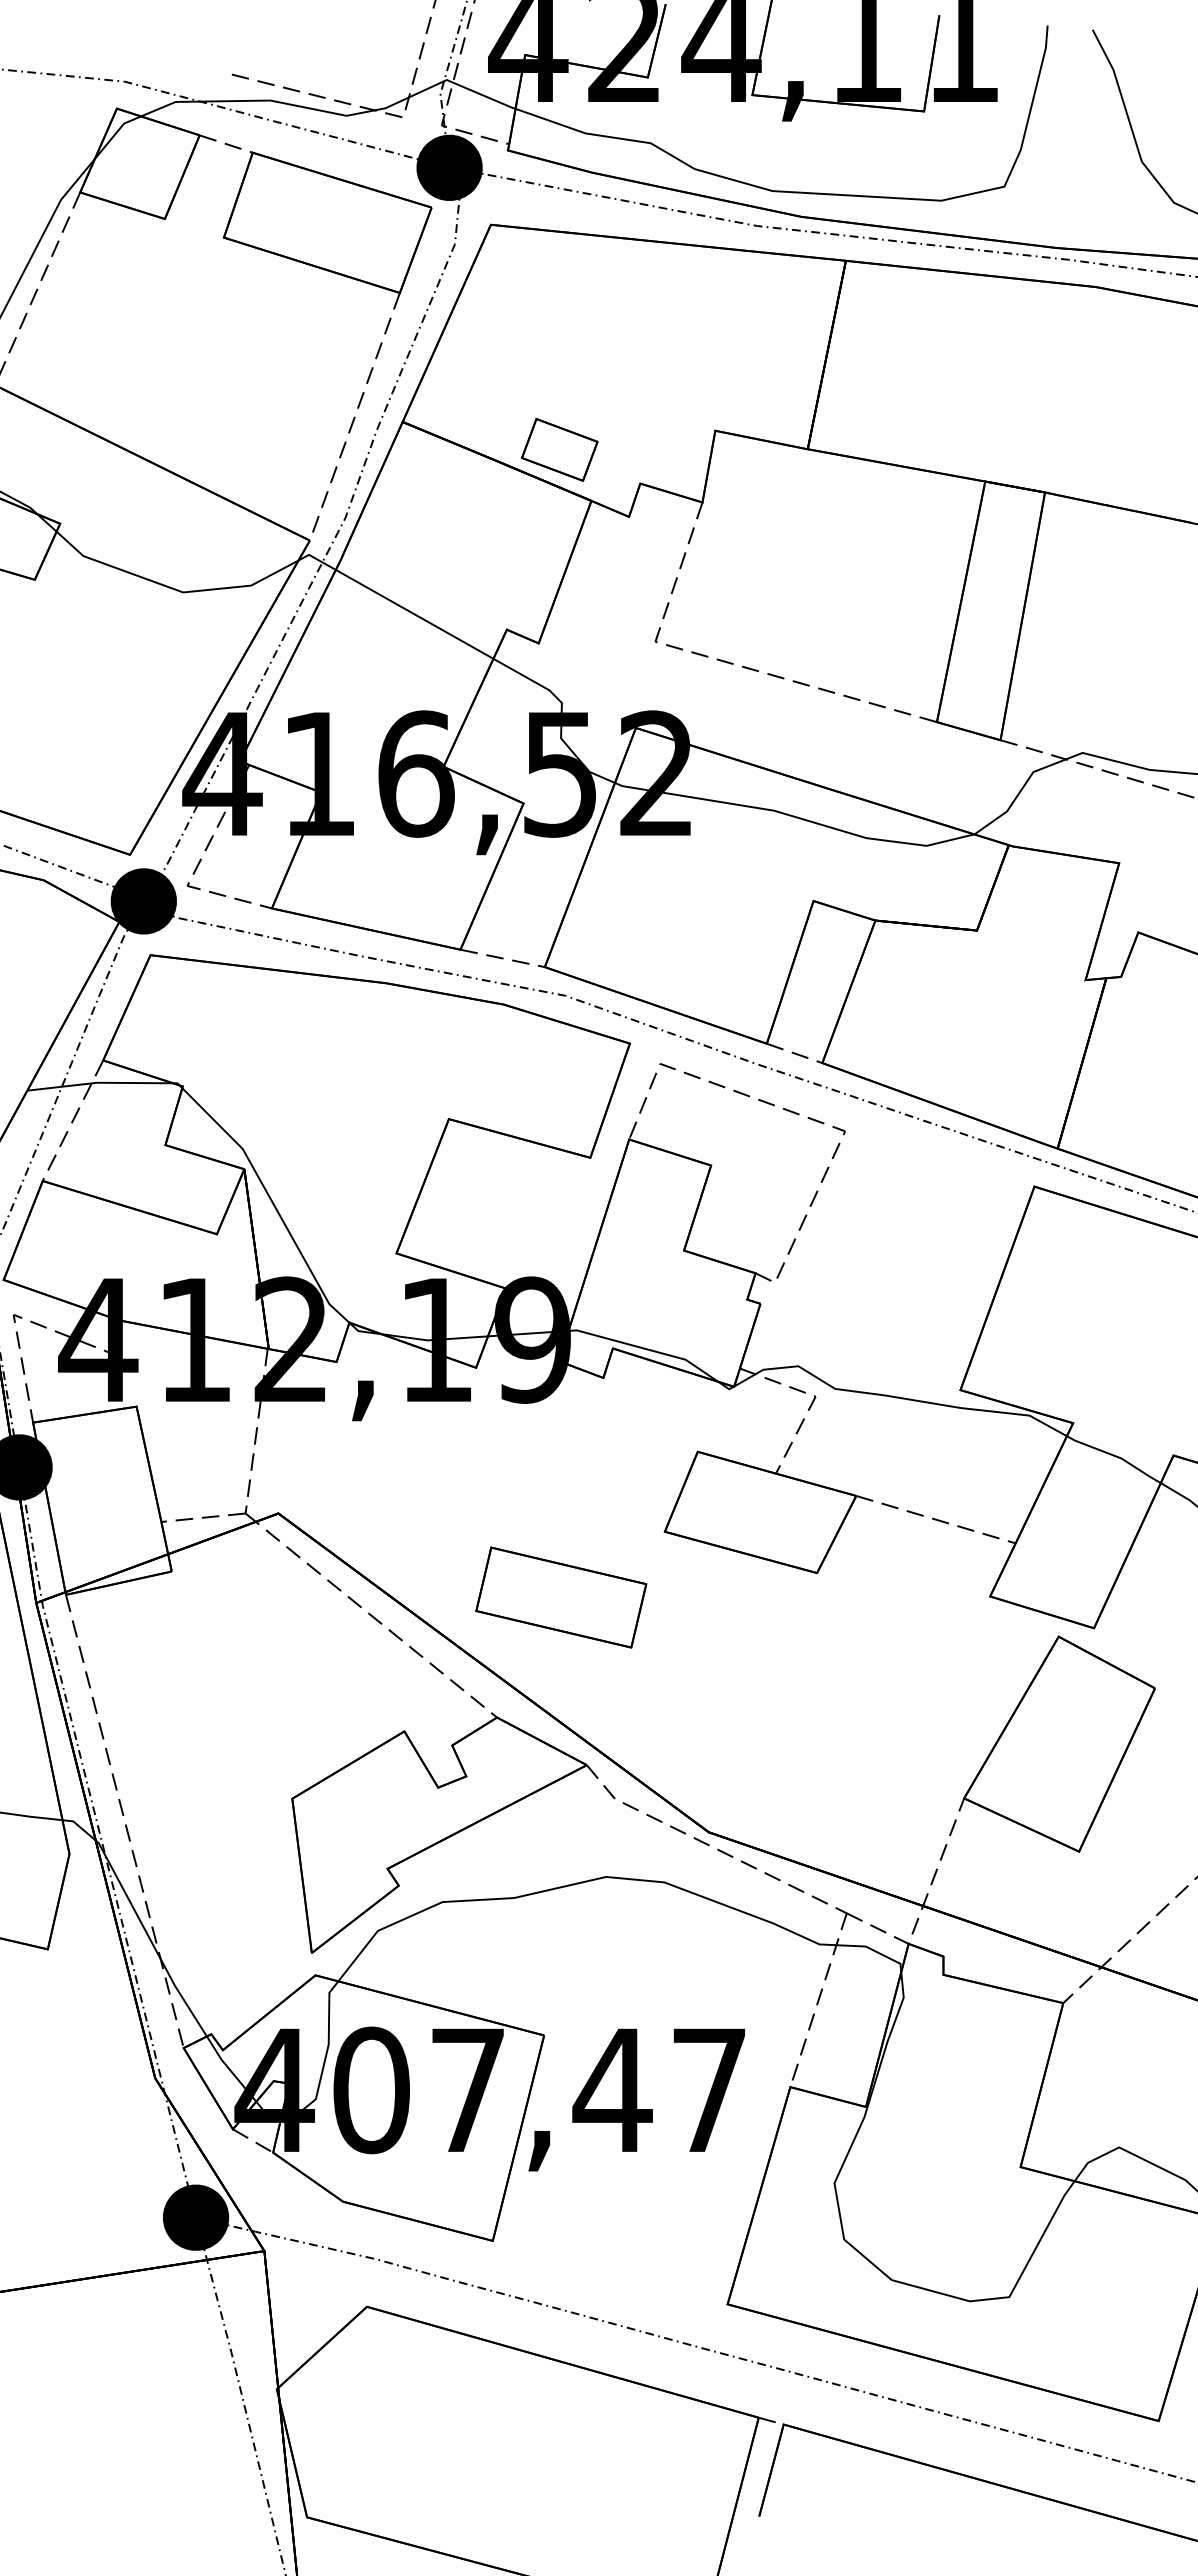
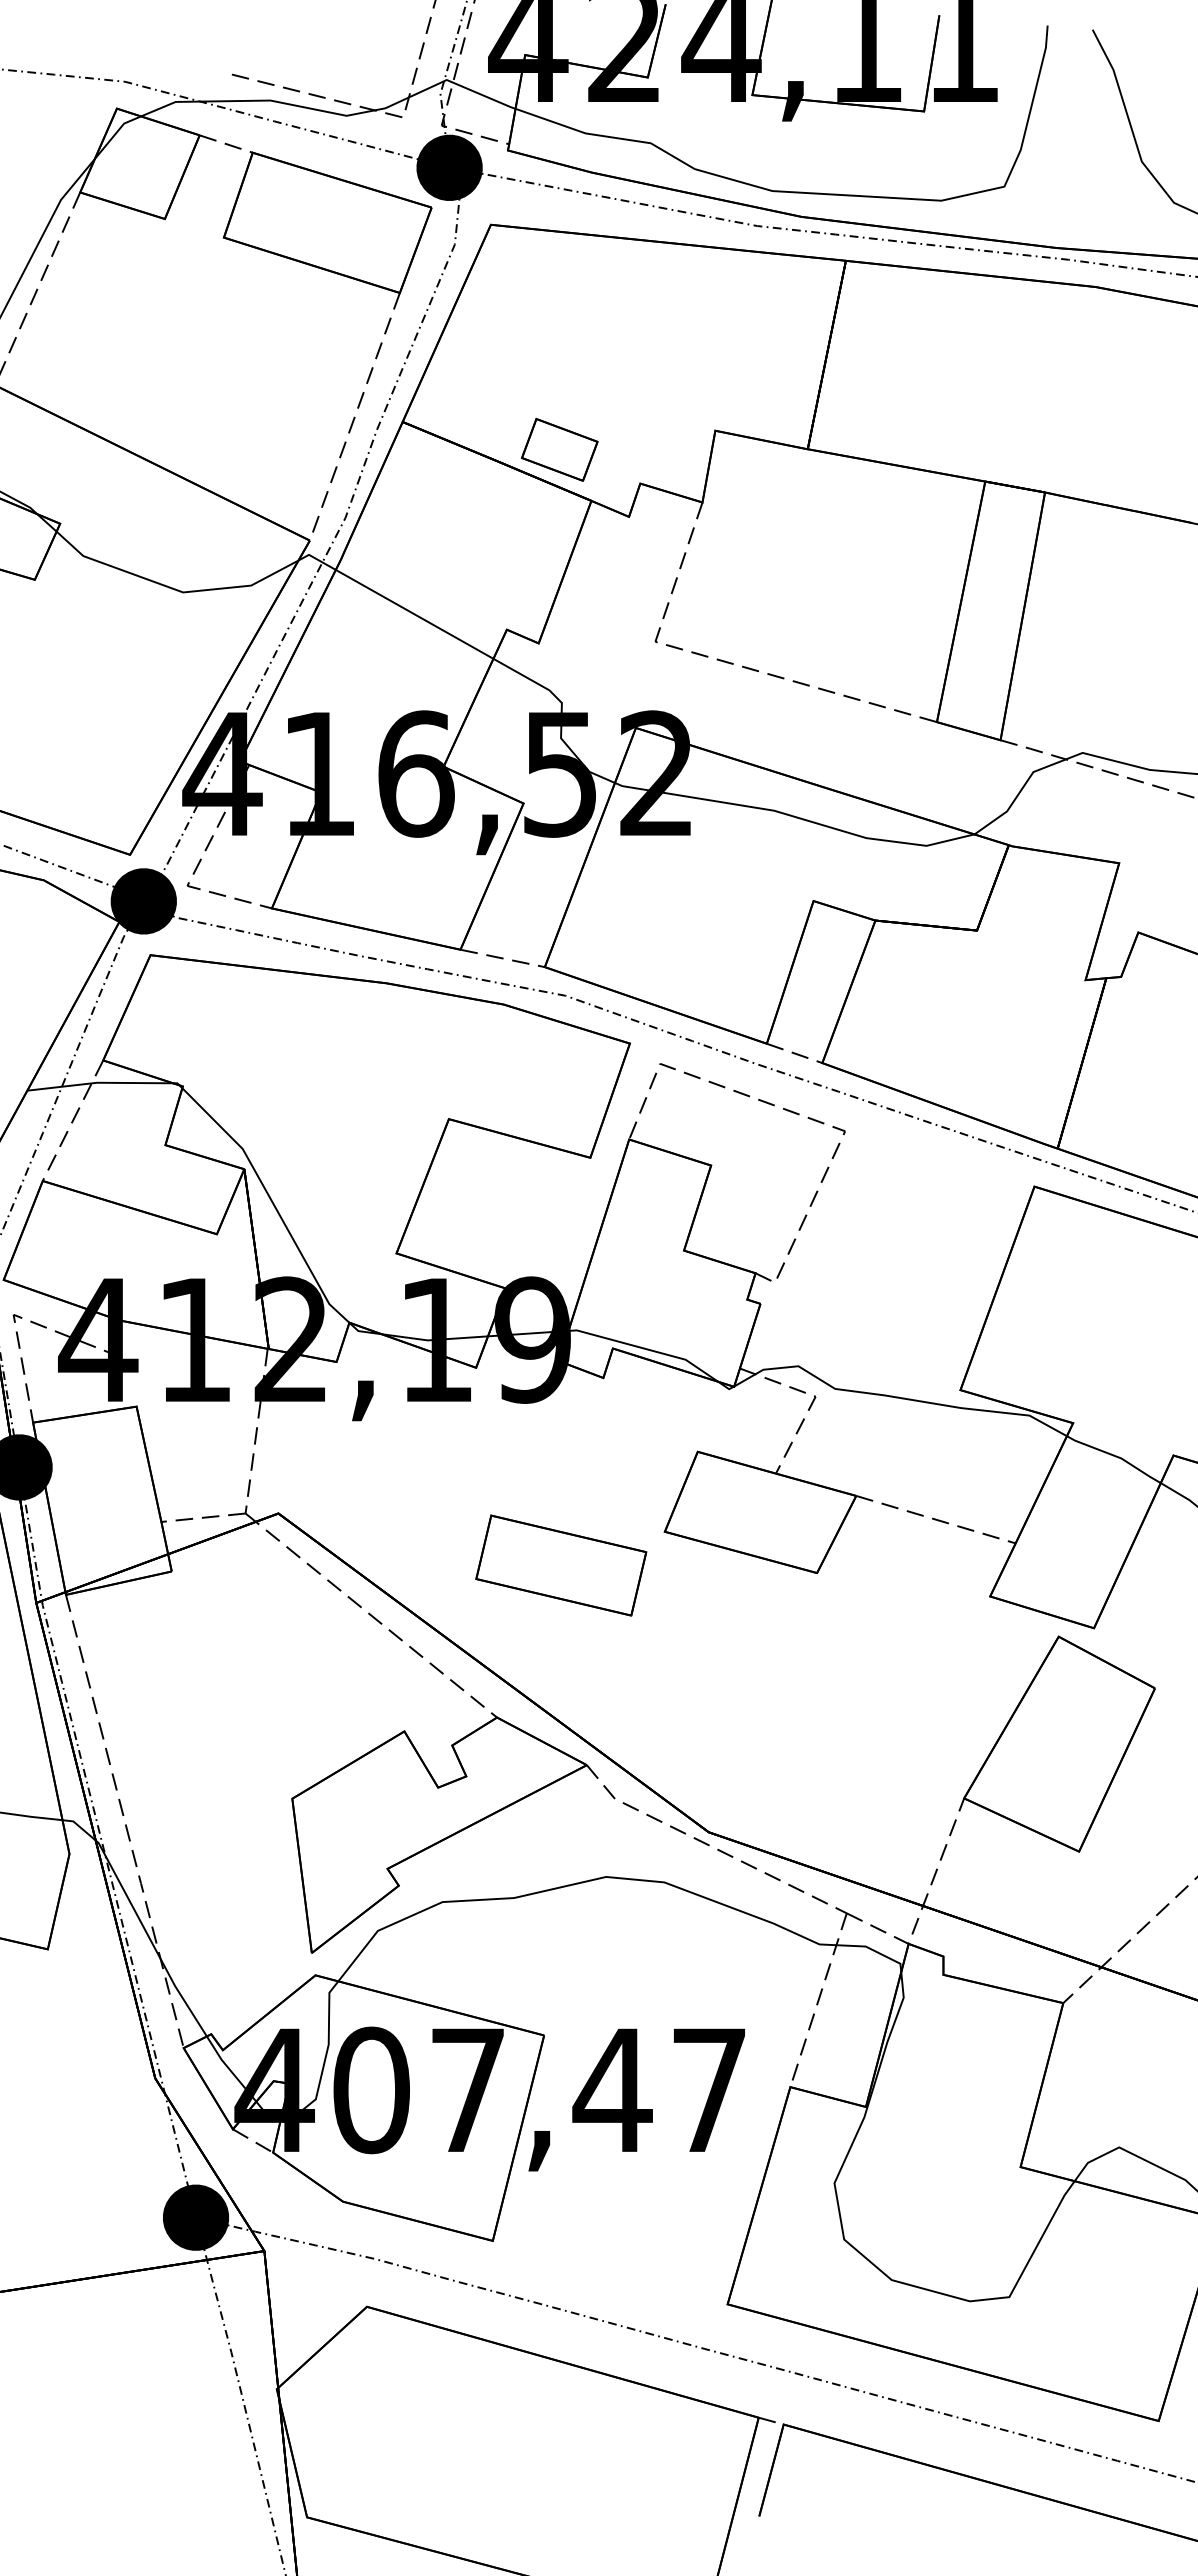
part at (561, 1597) position: (561, 1597) -> (561, 1565)
